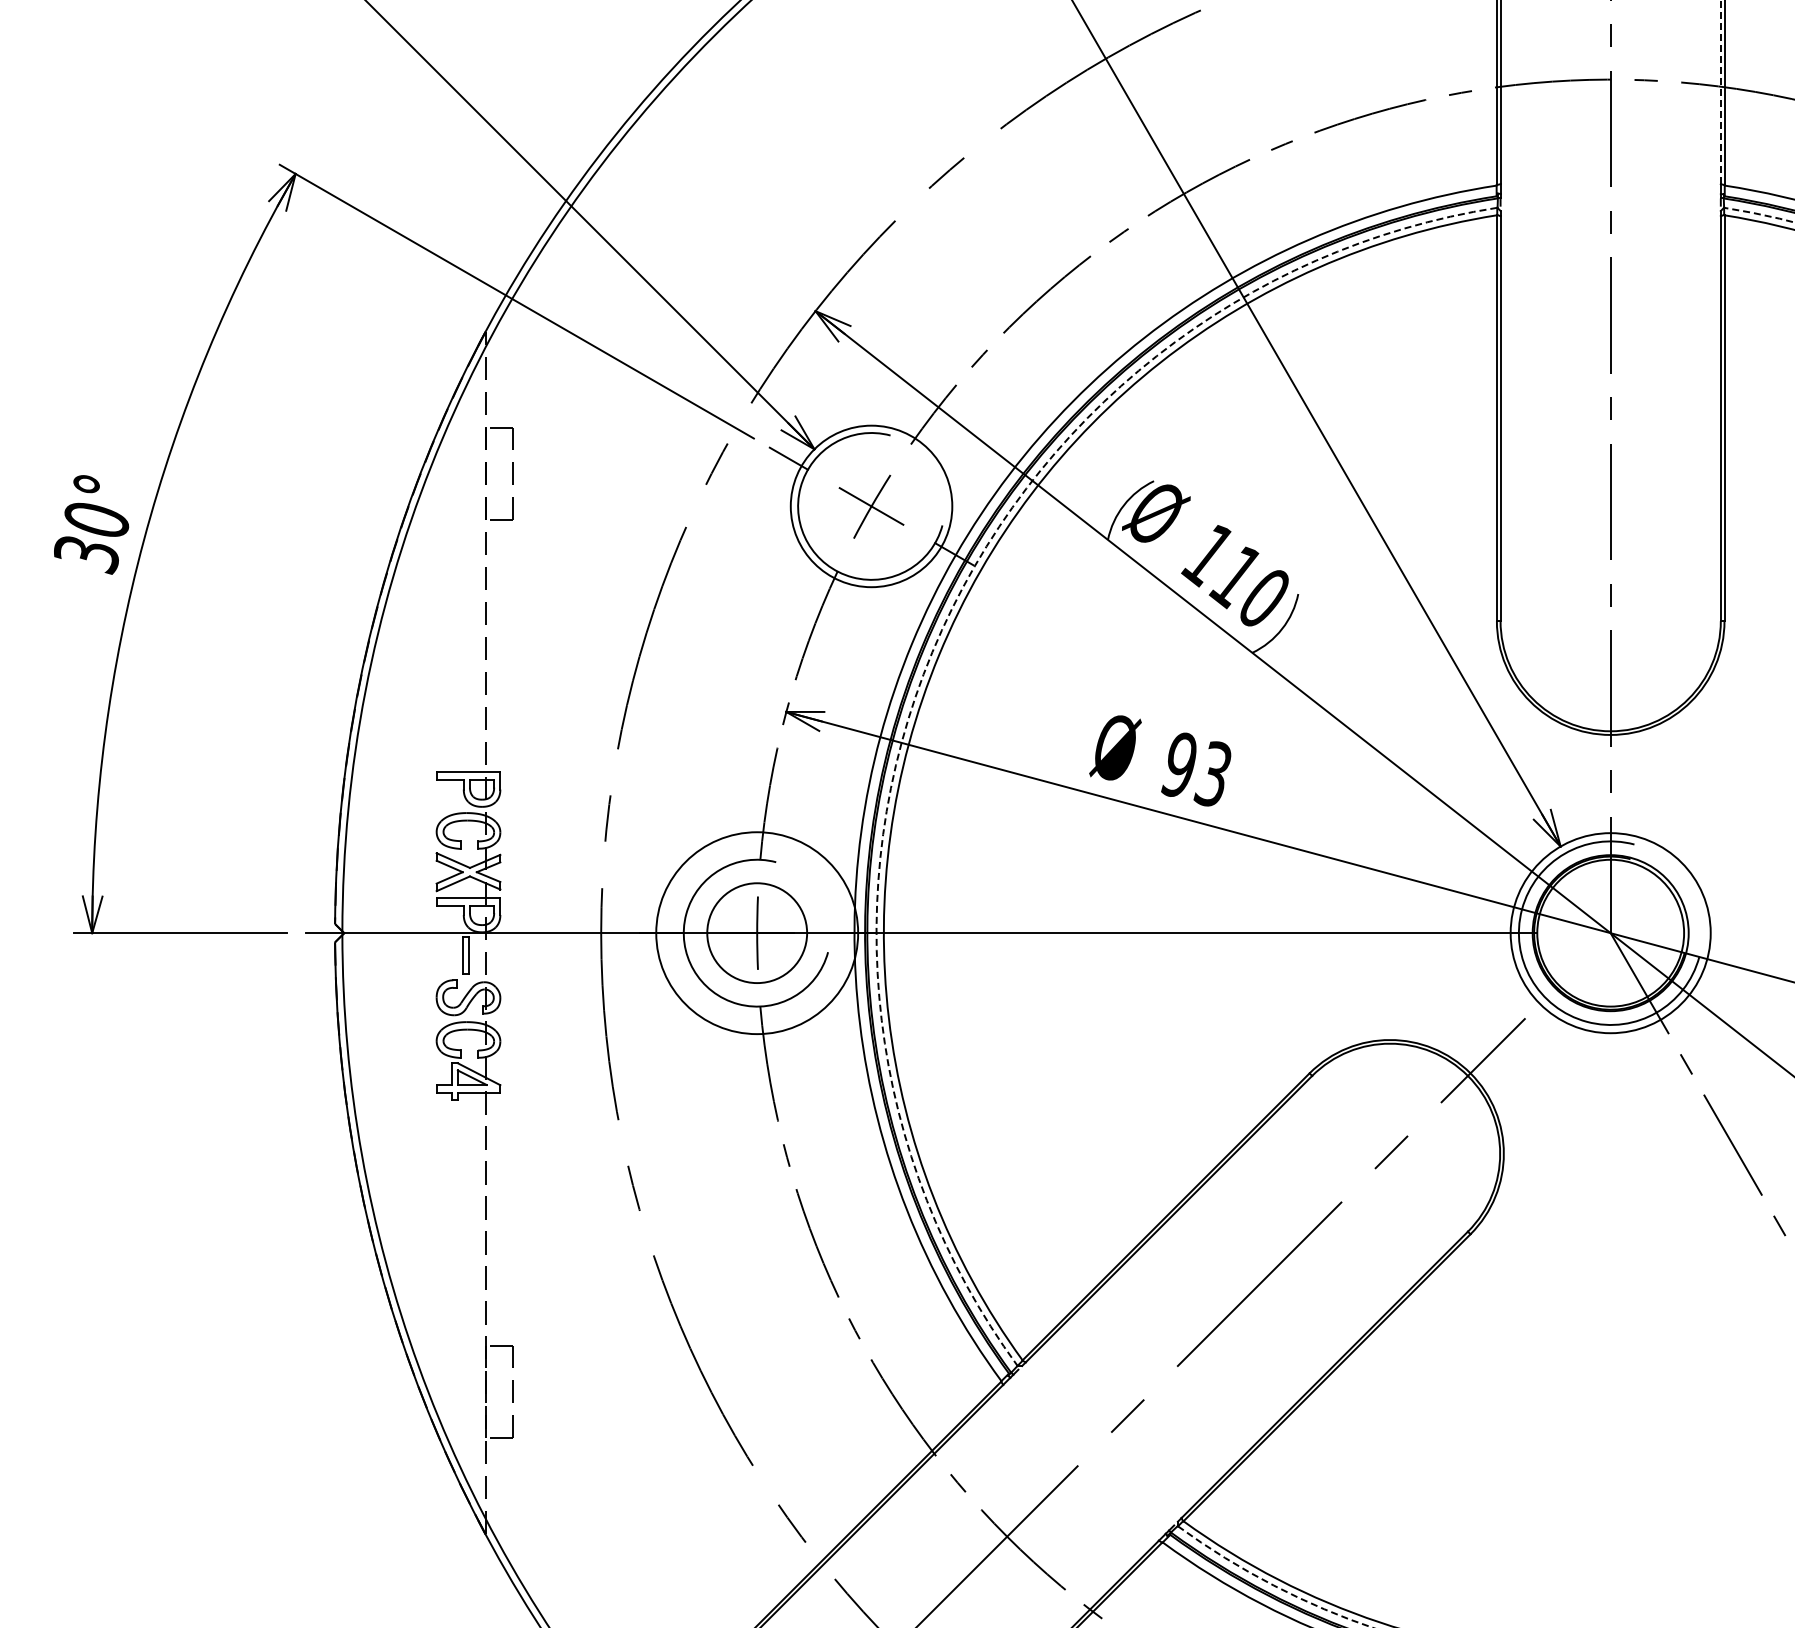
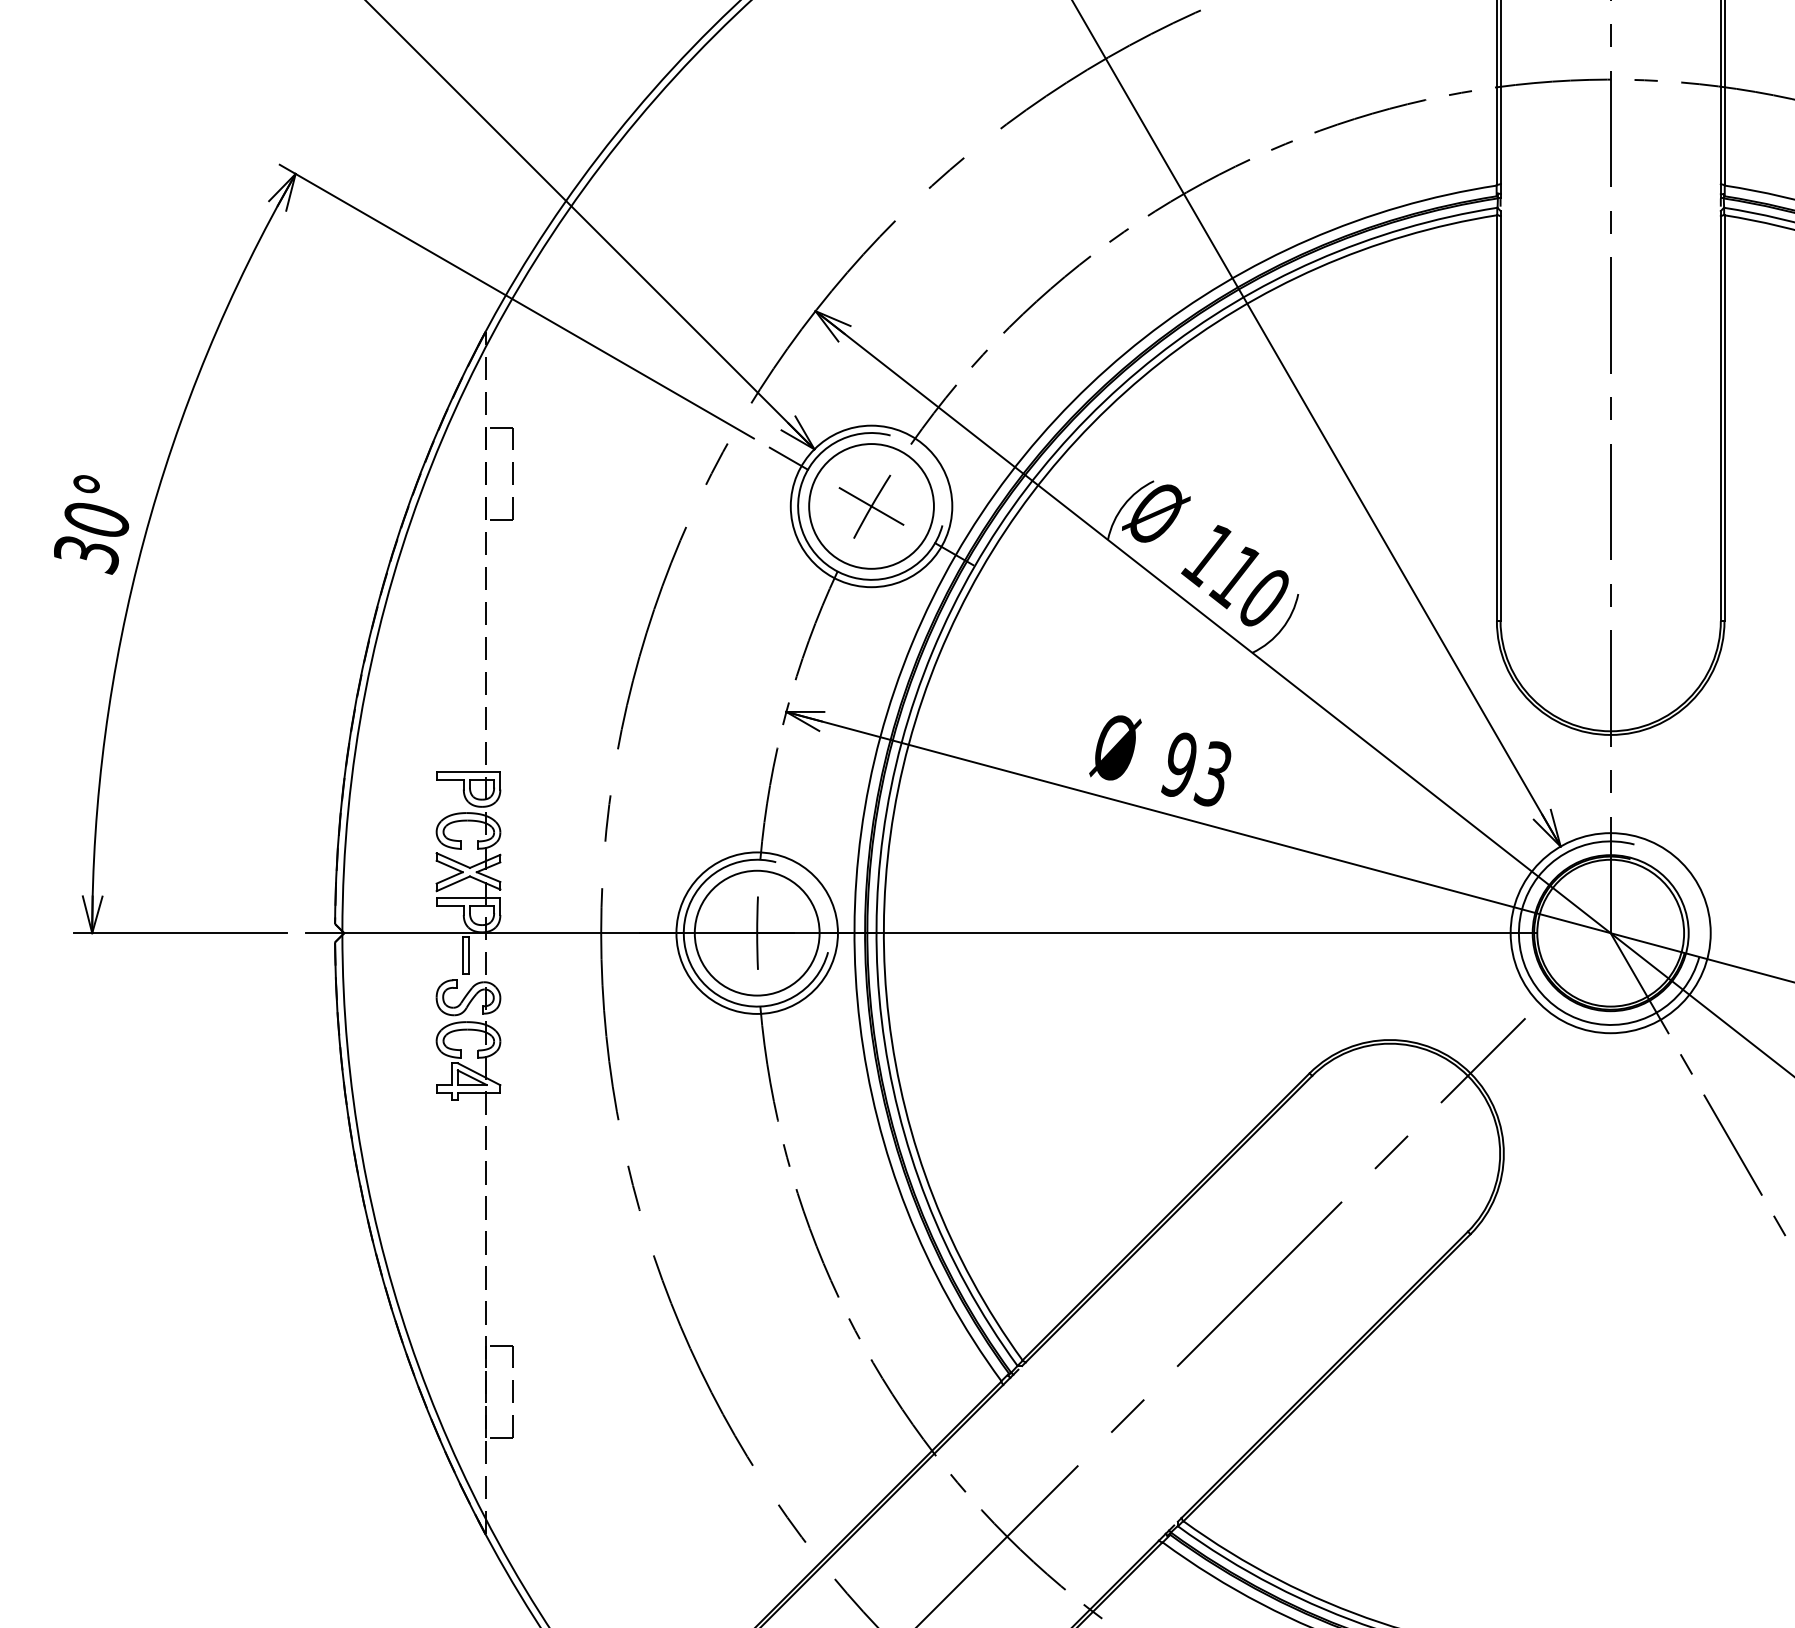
line at (1720, 92): dashed -> solid
circle at (871, 506): none -> present
arc at (932, 652): dashed -> solid
circle at (757, 933) diameter: 100 px -> 125 px
circle at (757, 933) diameter: 202 px -> 162 px
arc at (1303, 1599): dashed -> solid
